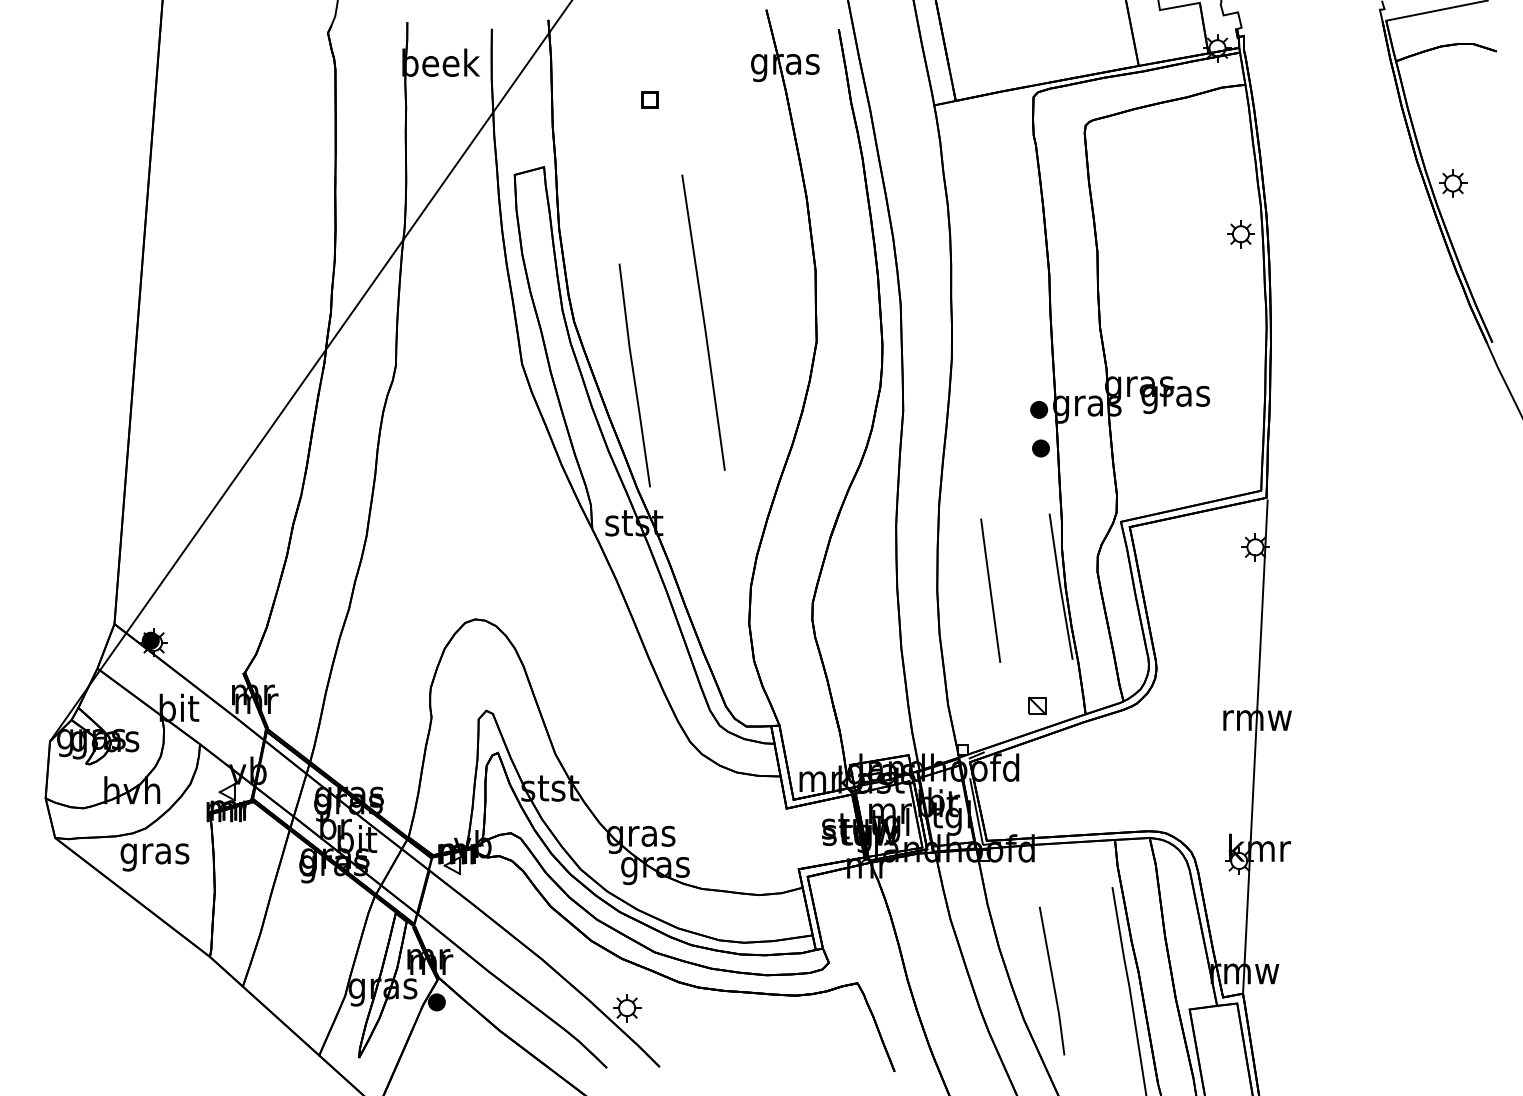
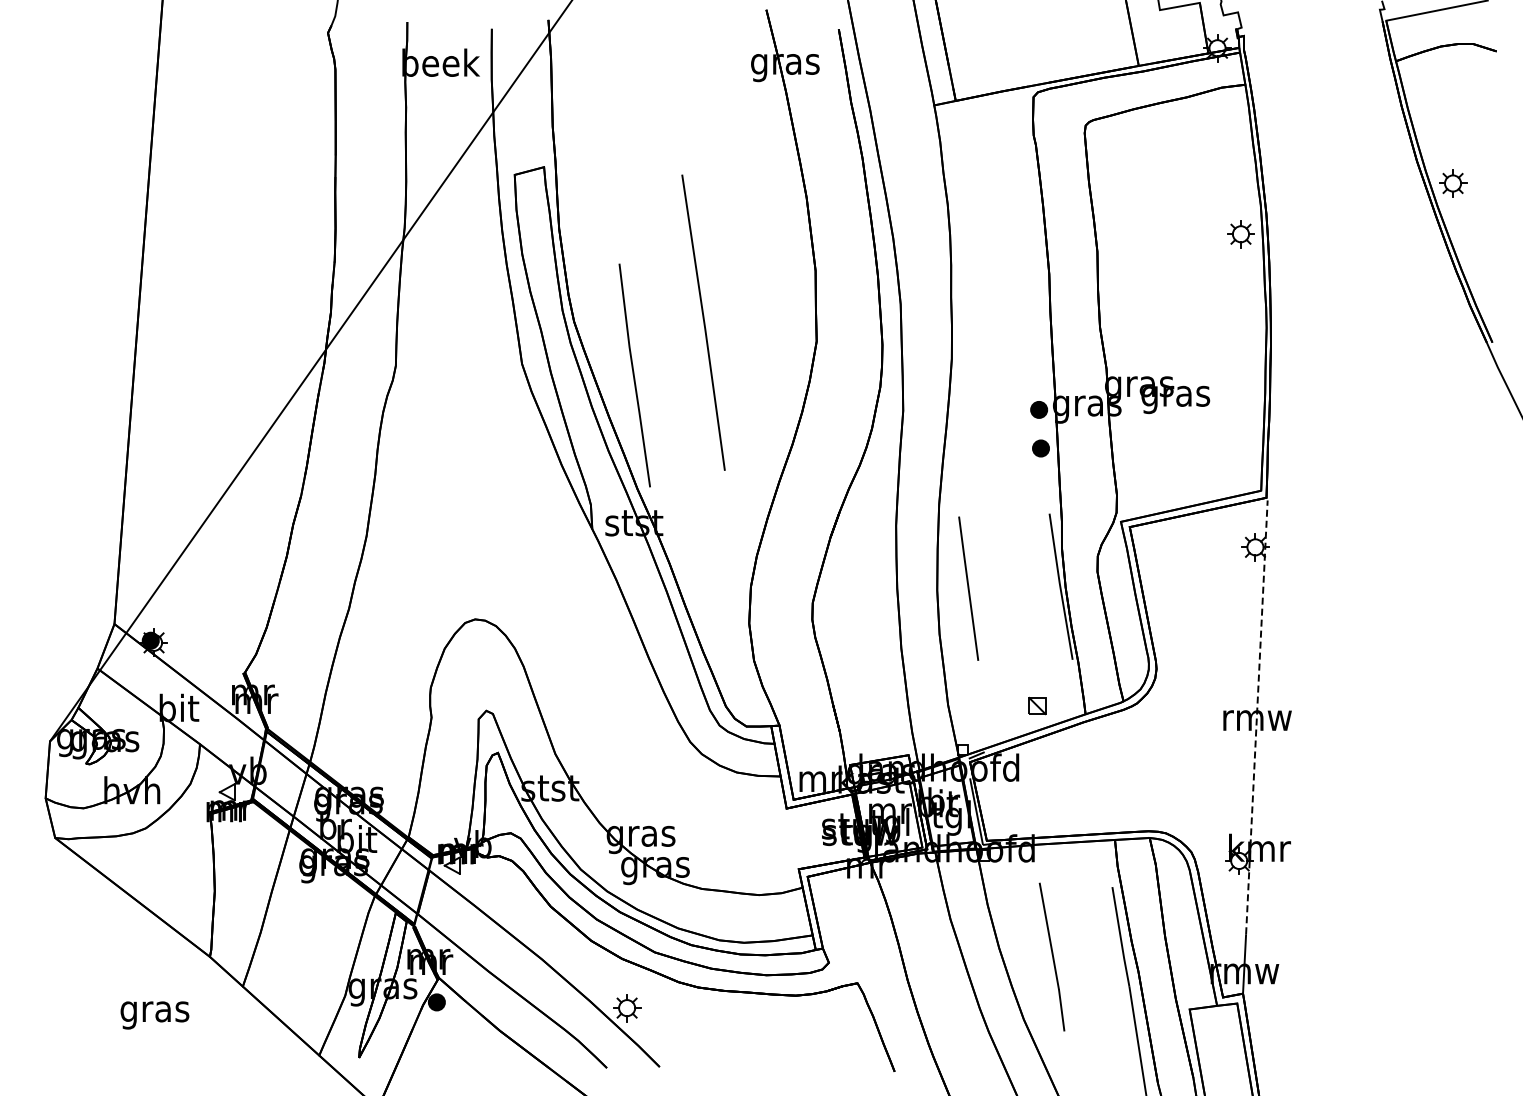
part at (649, 99): present -> none
line at (990, 590) position: (990, 590) -> (968, 588)
line at (1256, 716): solid -> dashed
text at (154, 857) position: (154, 857) -> (154, 1015)
part at (1051, 980) position: (1051, 980) -> (1051, 956)
